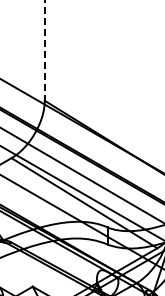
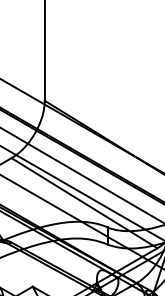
line at (44, 50): dashed -> solid
